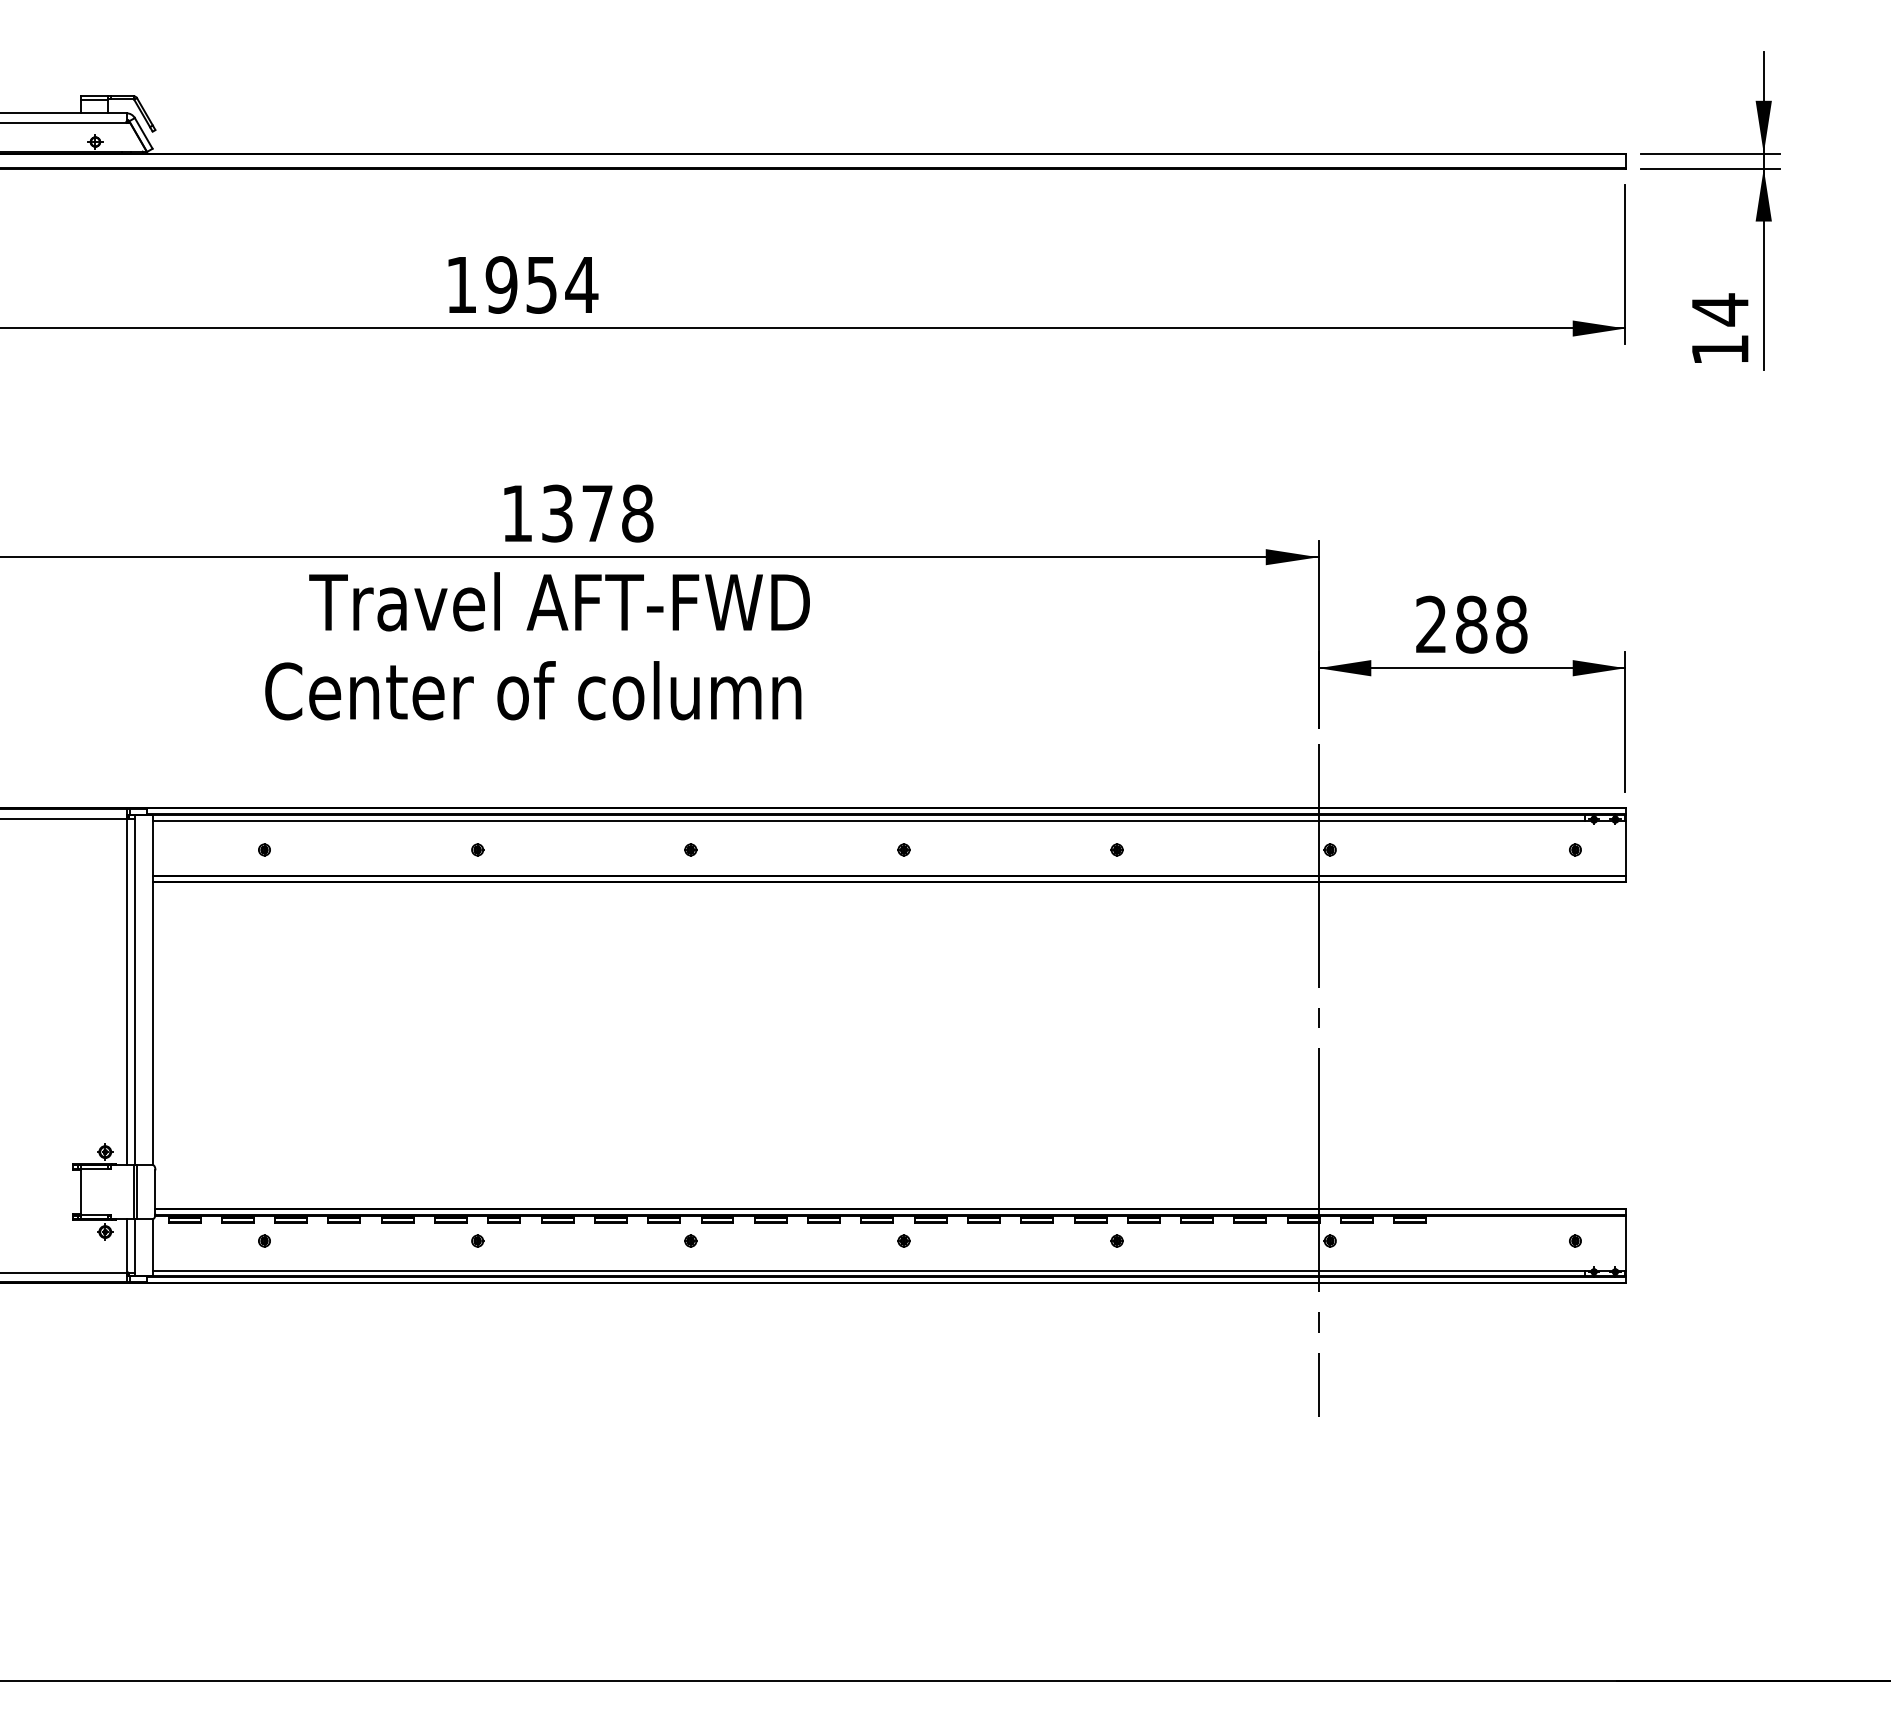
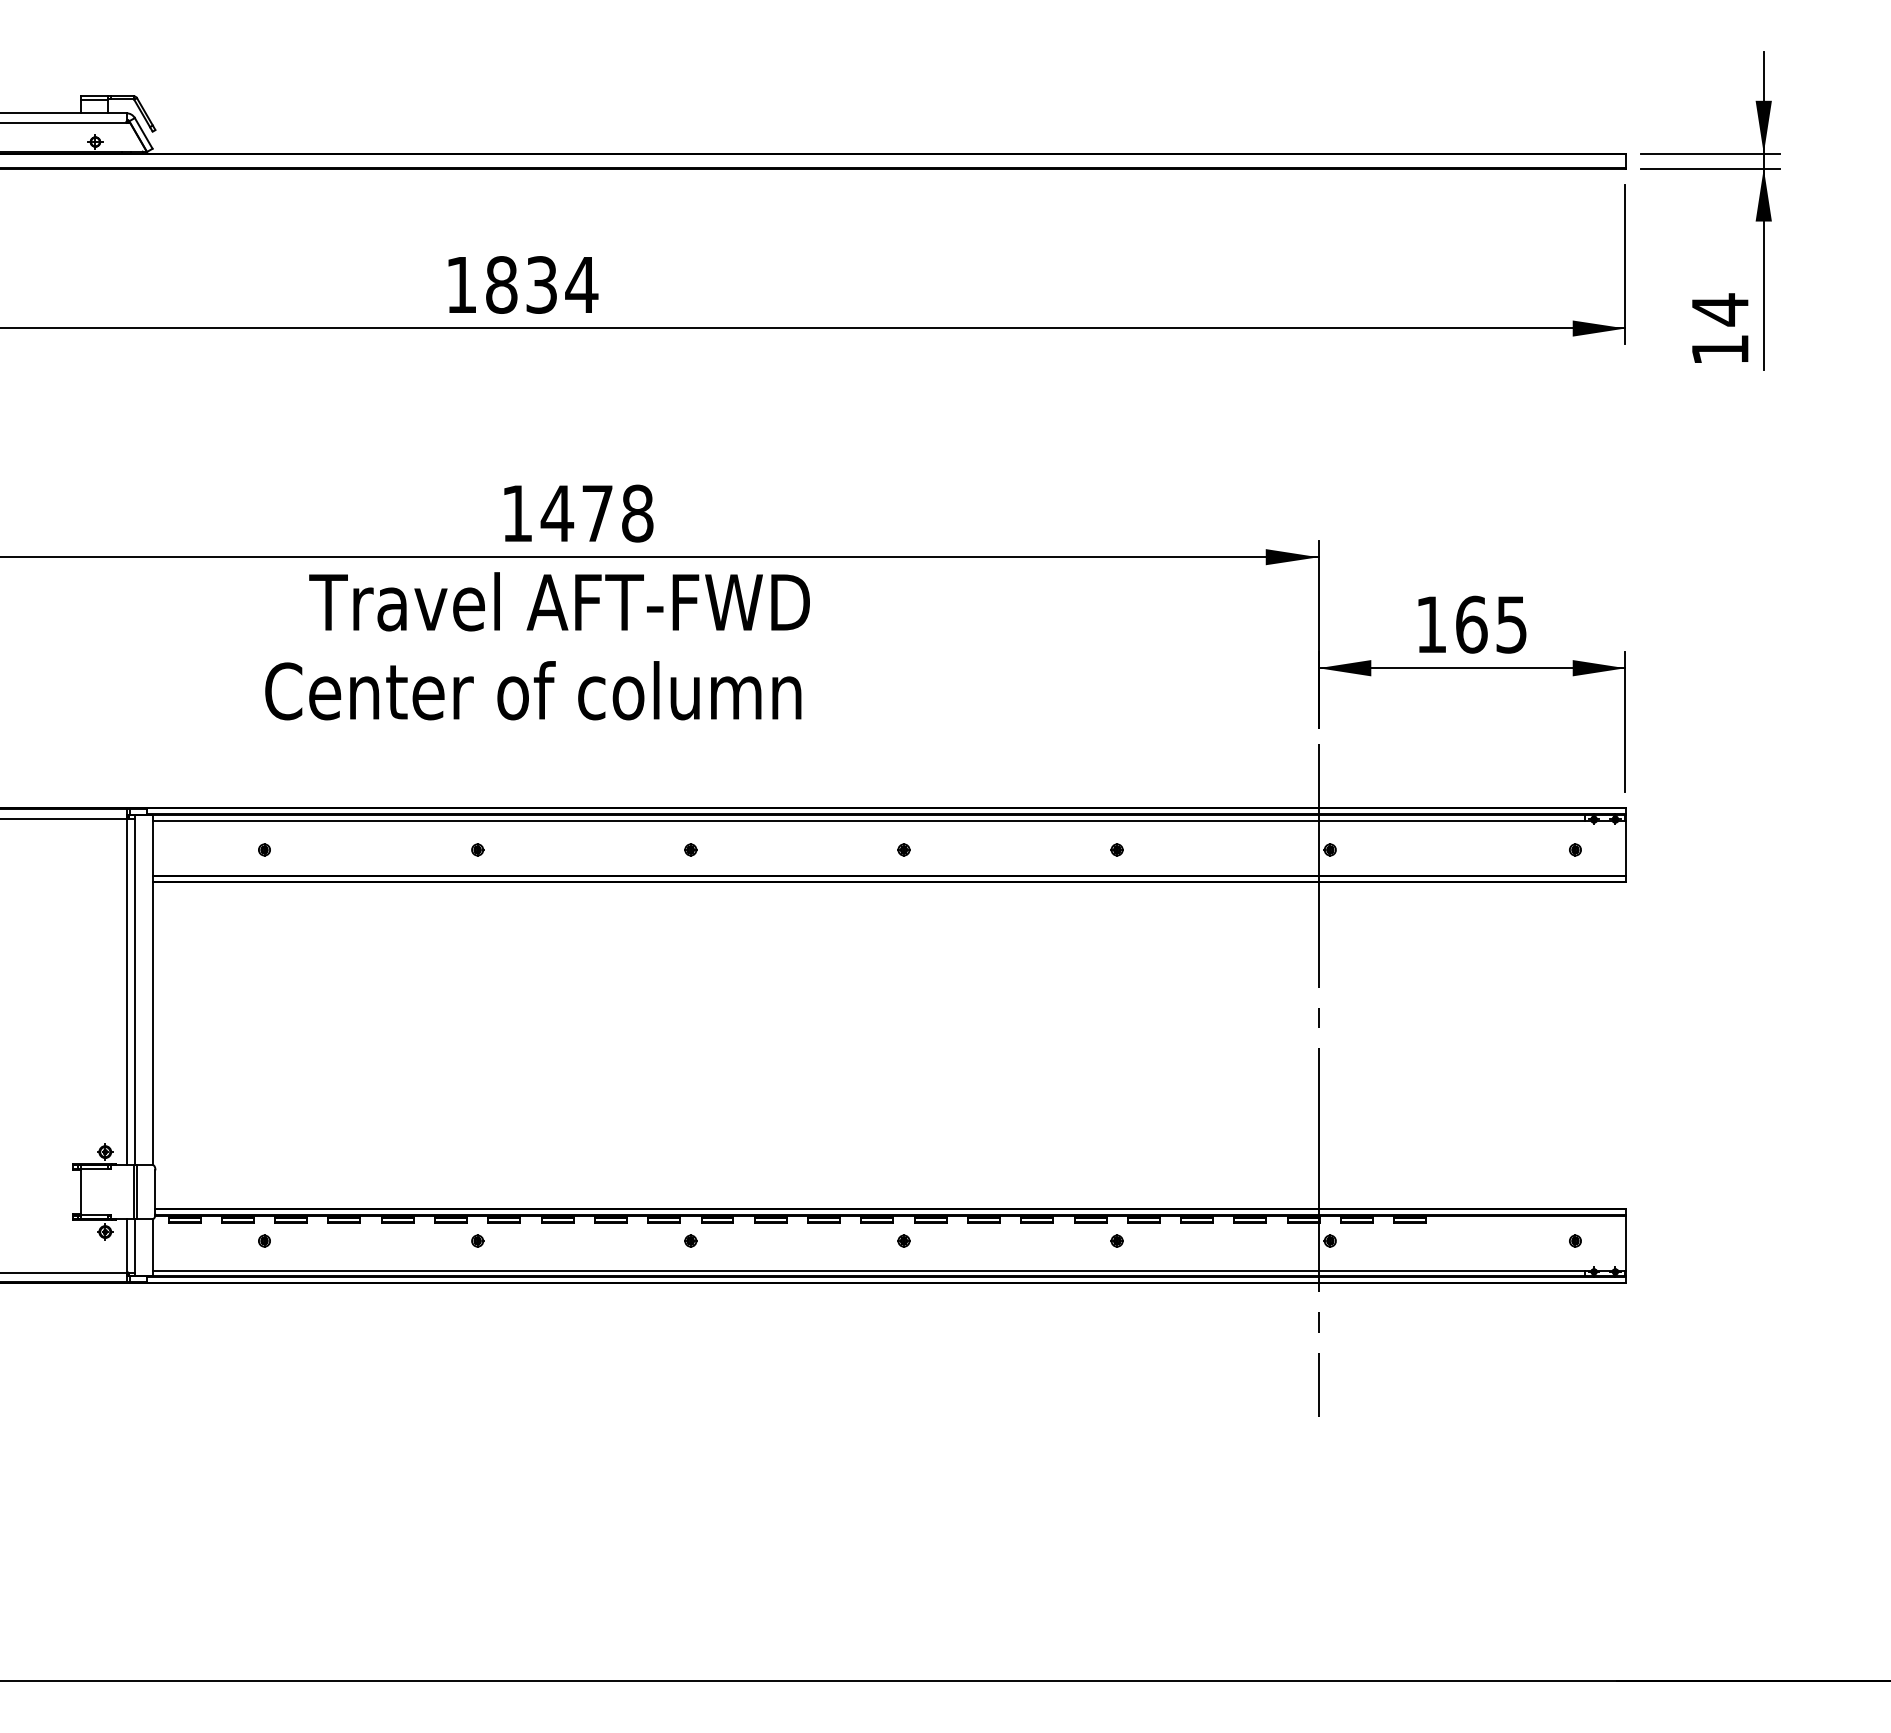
text at (520, 284): 1954 -> 1834
text at (557, 513): 1378 -> 1478
text at (1471, 624): 288 -> 165
